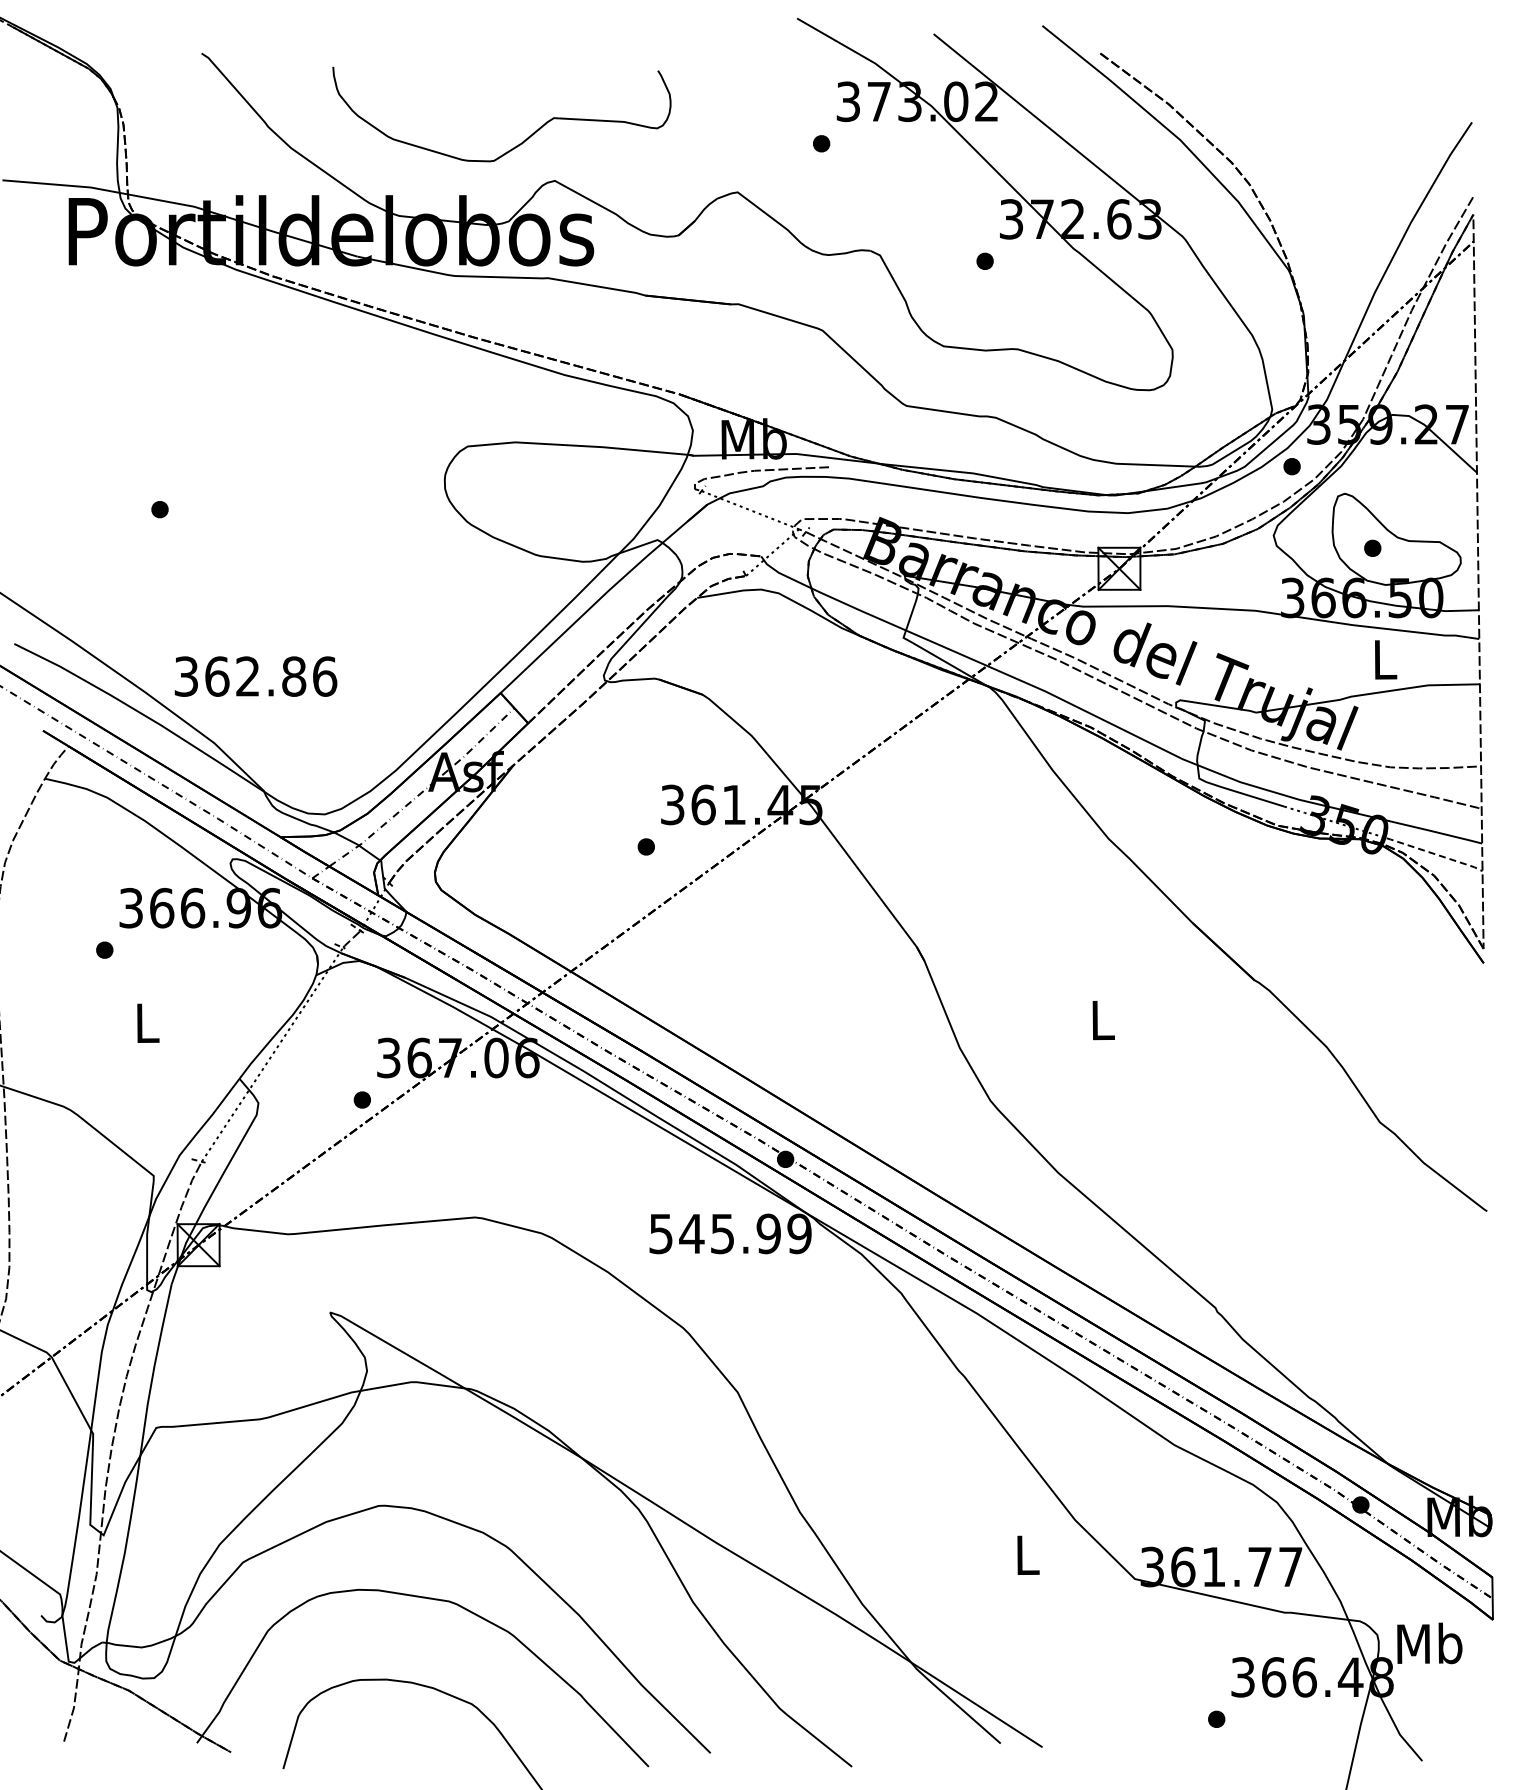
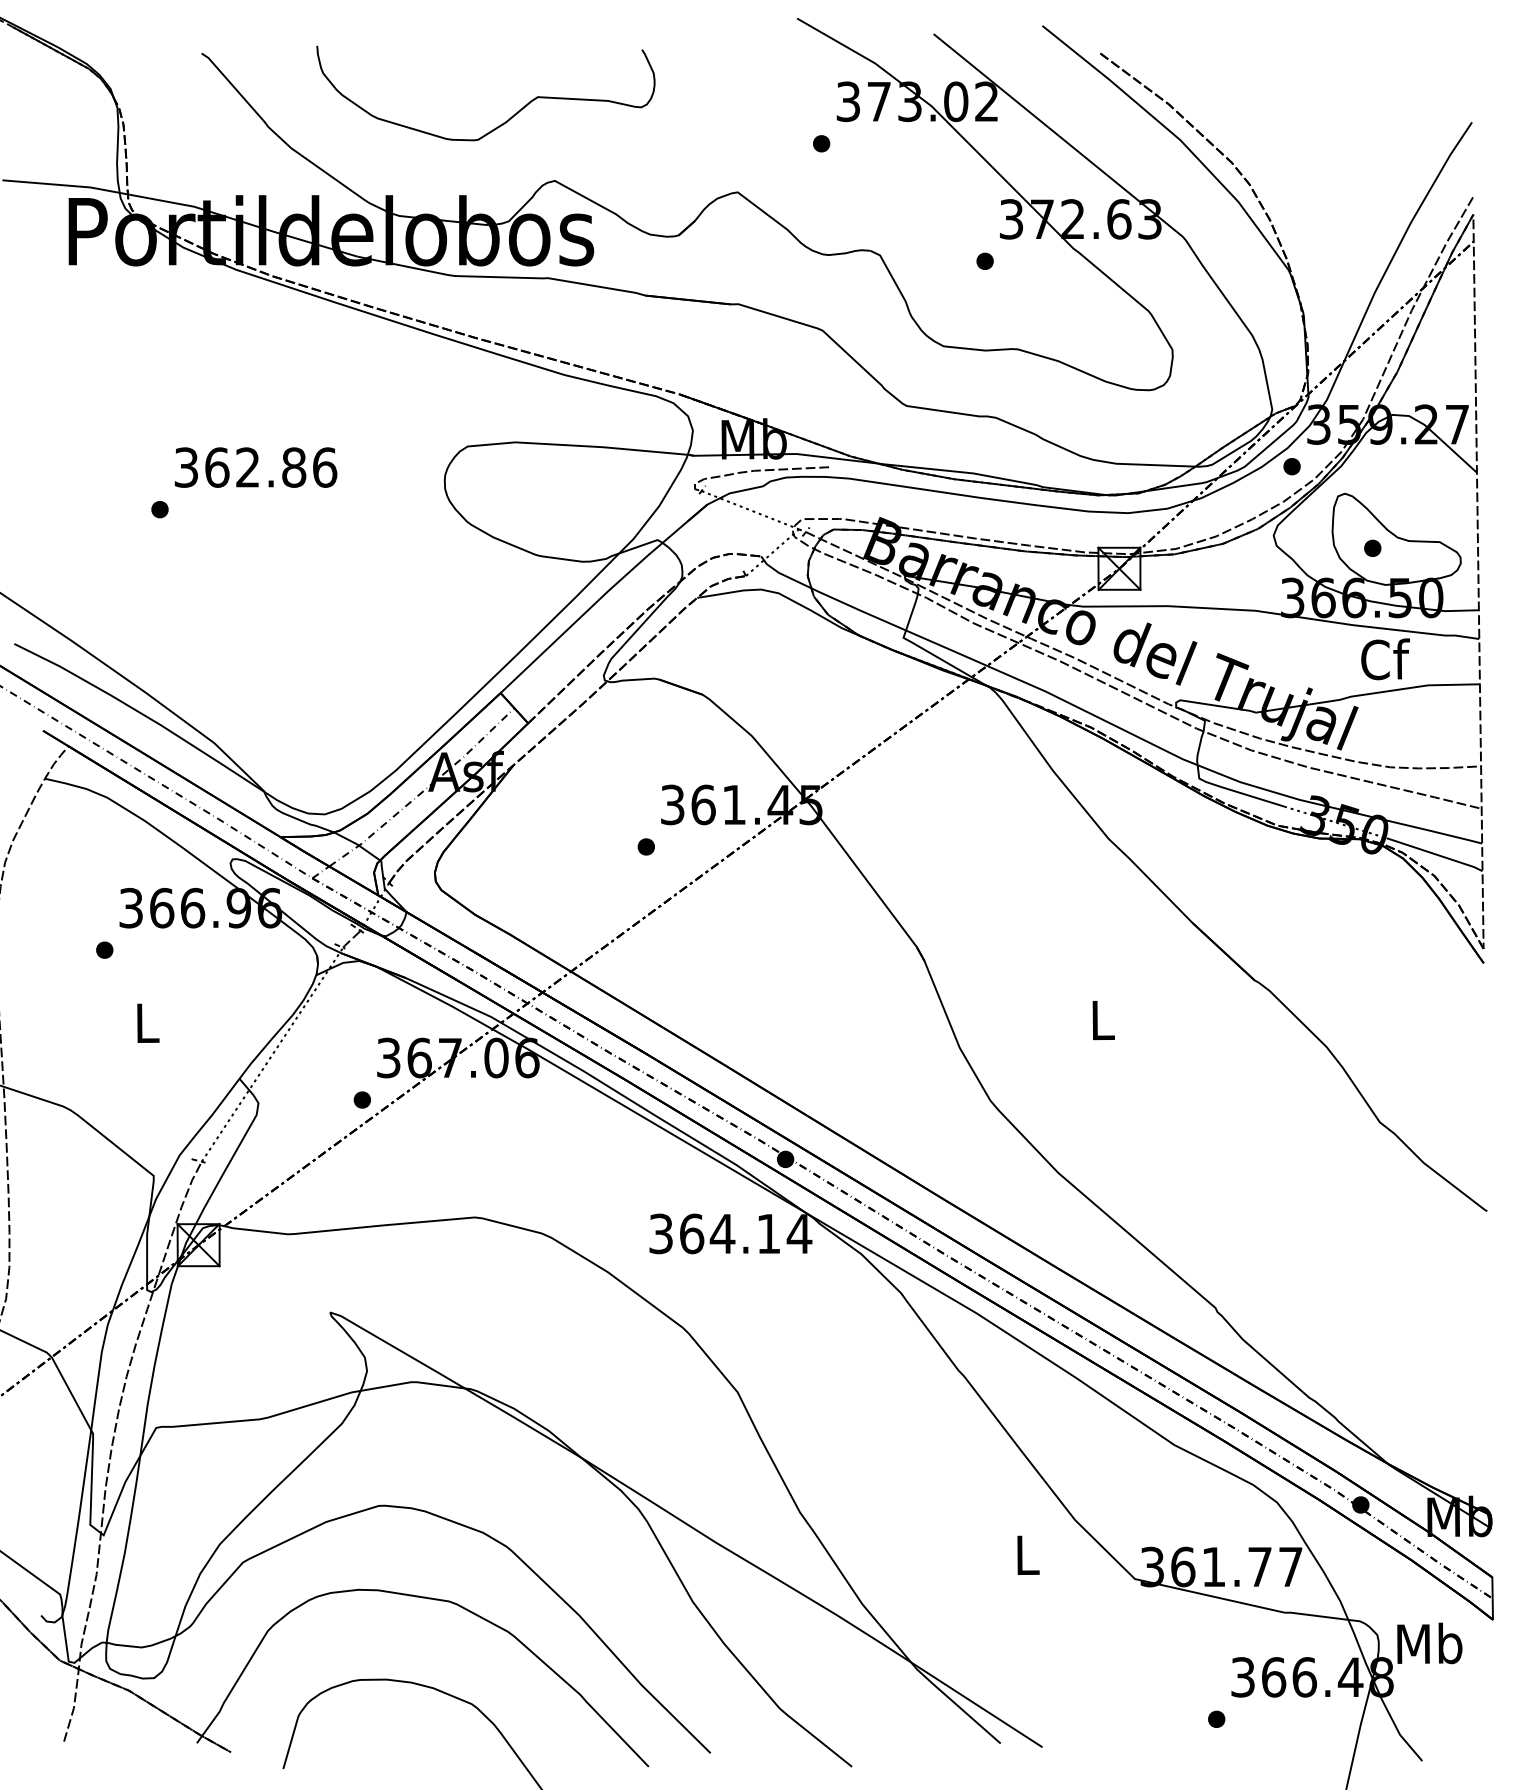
curve at (523, 140) position: (523, 140) -> (507, 119)
text at (1385, 659): L -> Cf
text at (255, 676) position: (255, 676) -> (255, 467)
line at (1434, 854): dashed -> solid
text at (731, 1233): 545.99 -> 364.14
